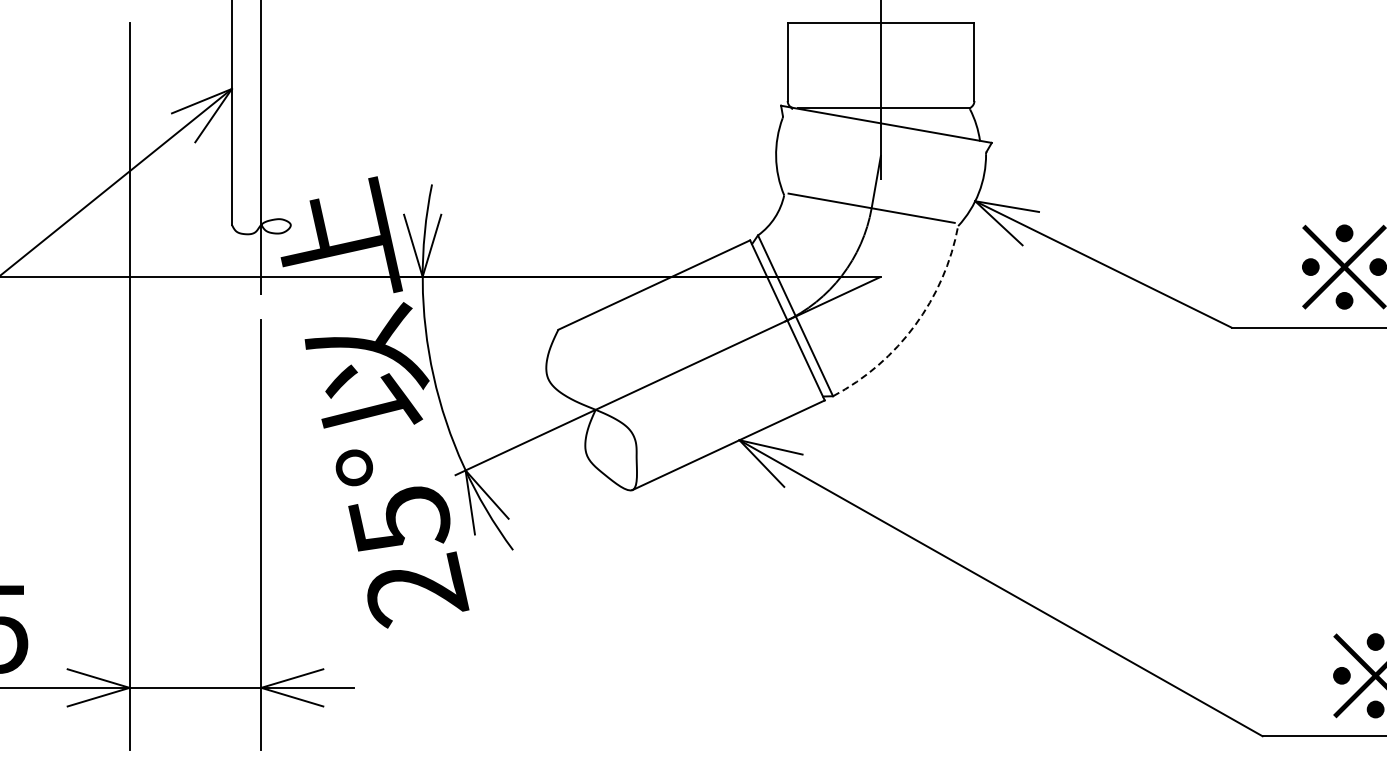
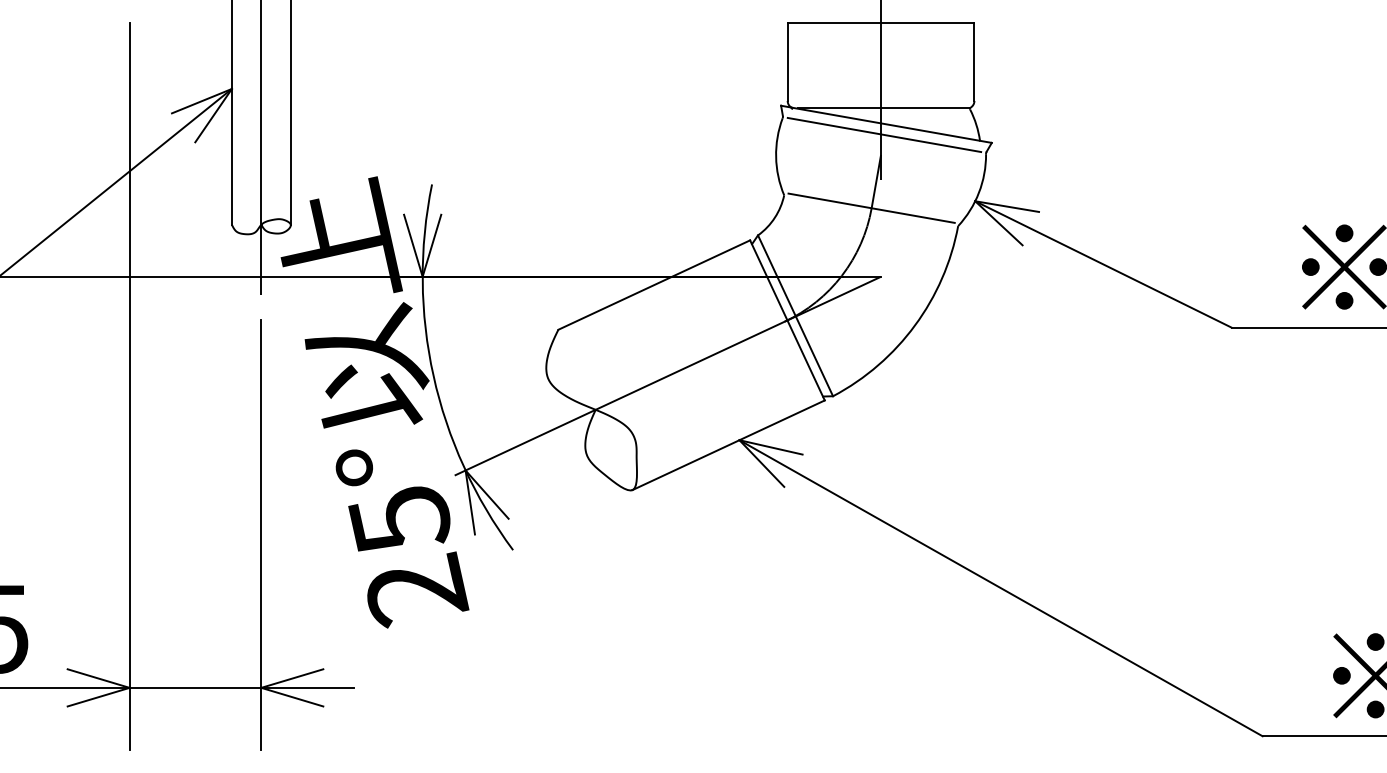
line at (290, 113): none -> present
line at (884, 134): none -> present
arc at (915, 325): dashed -> solid
